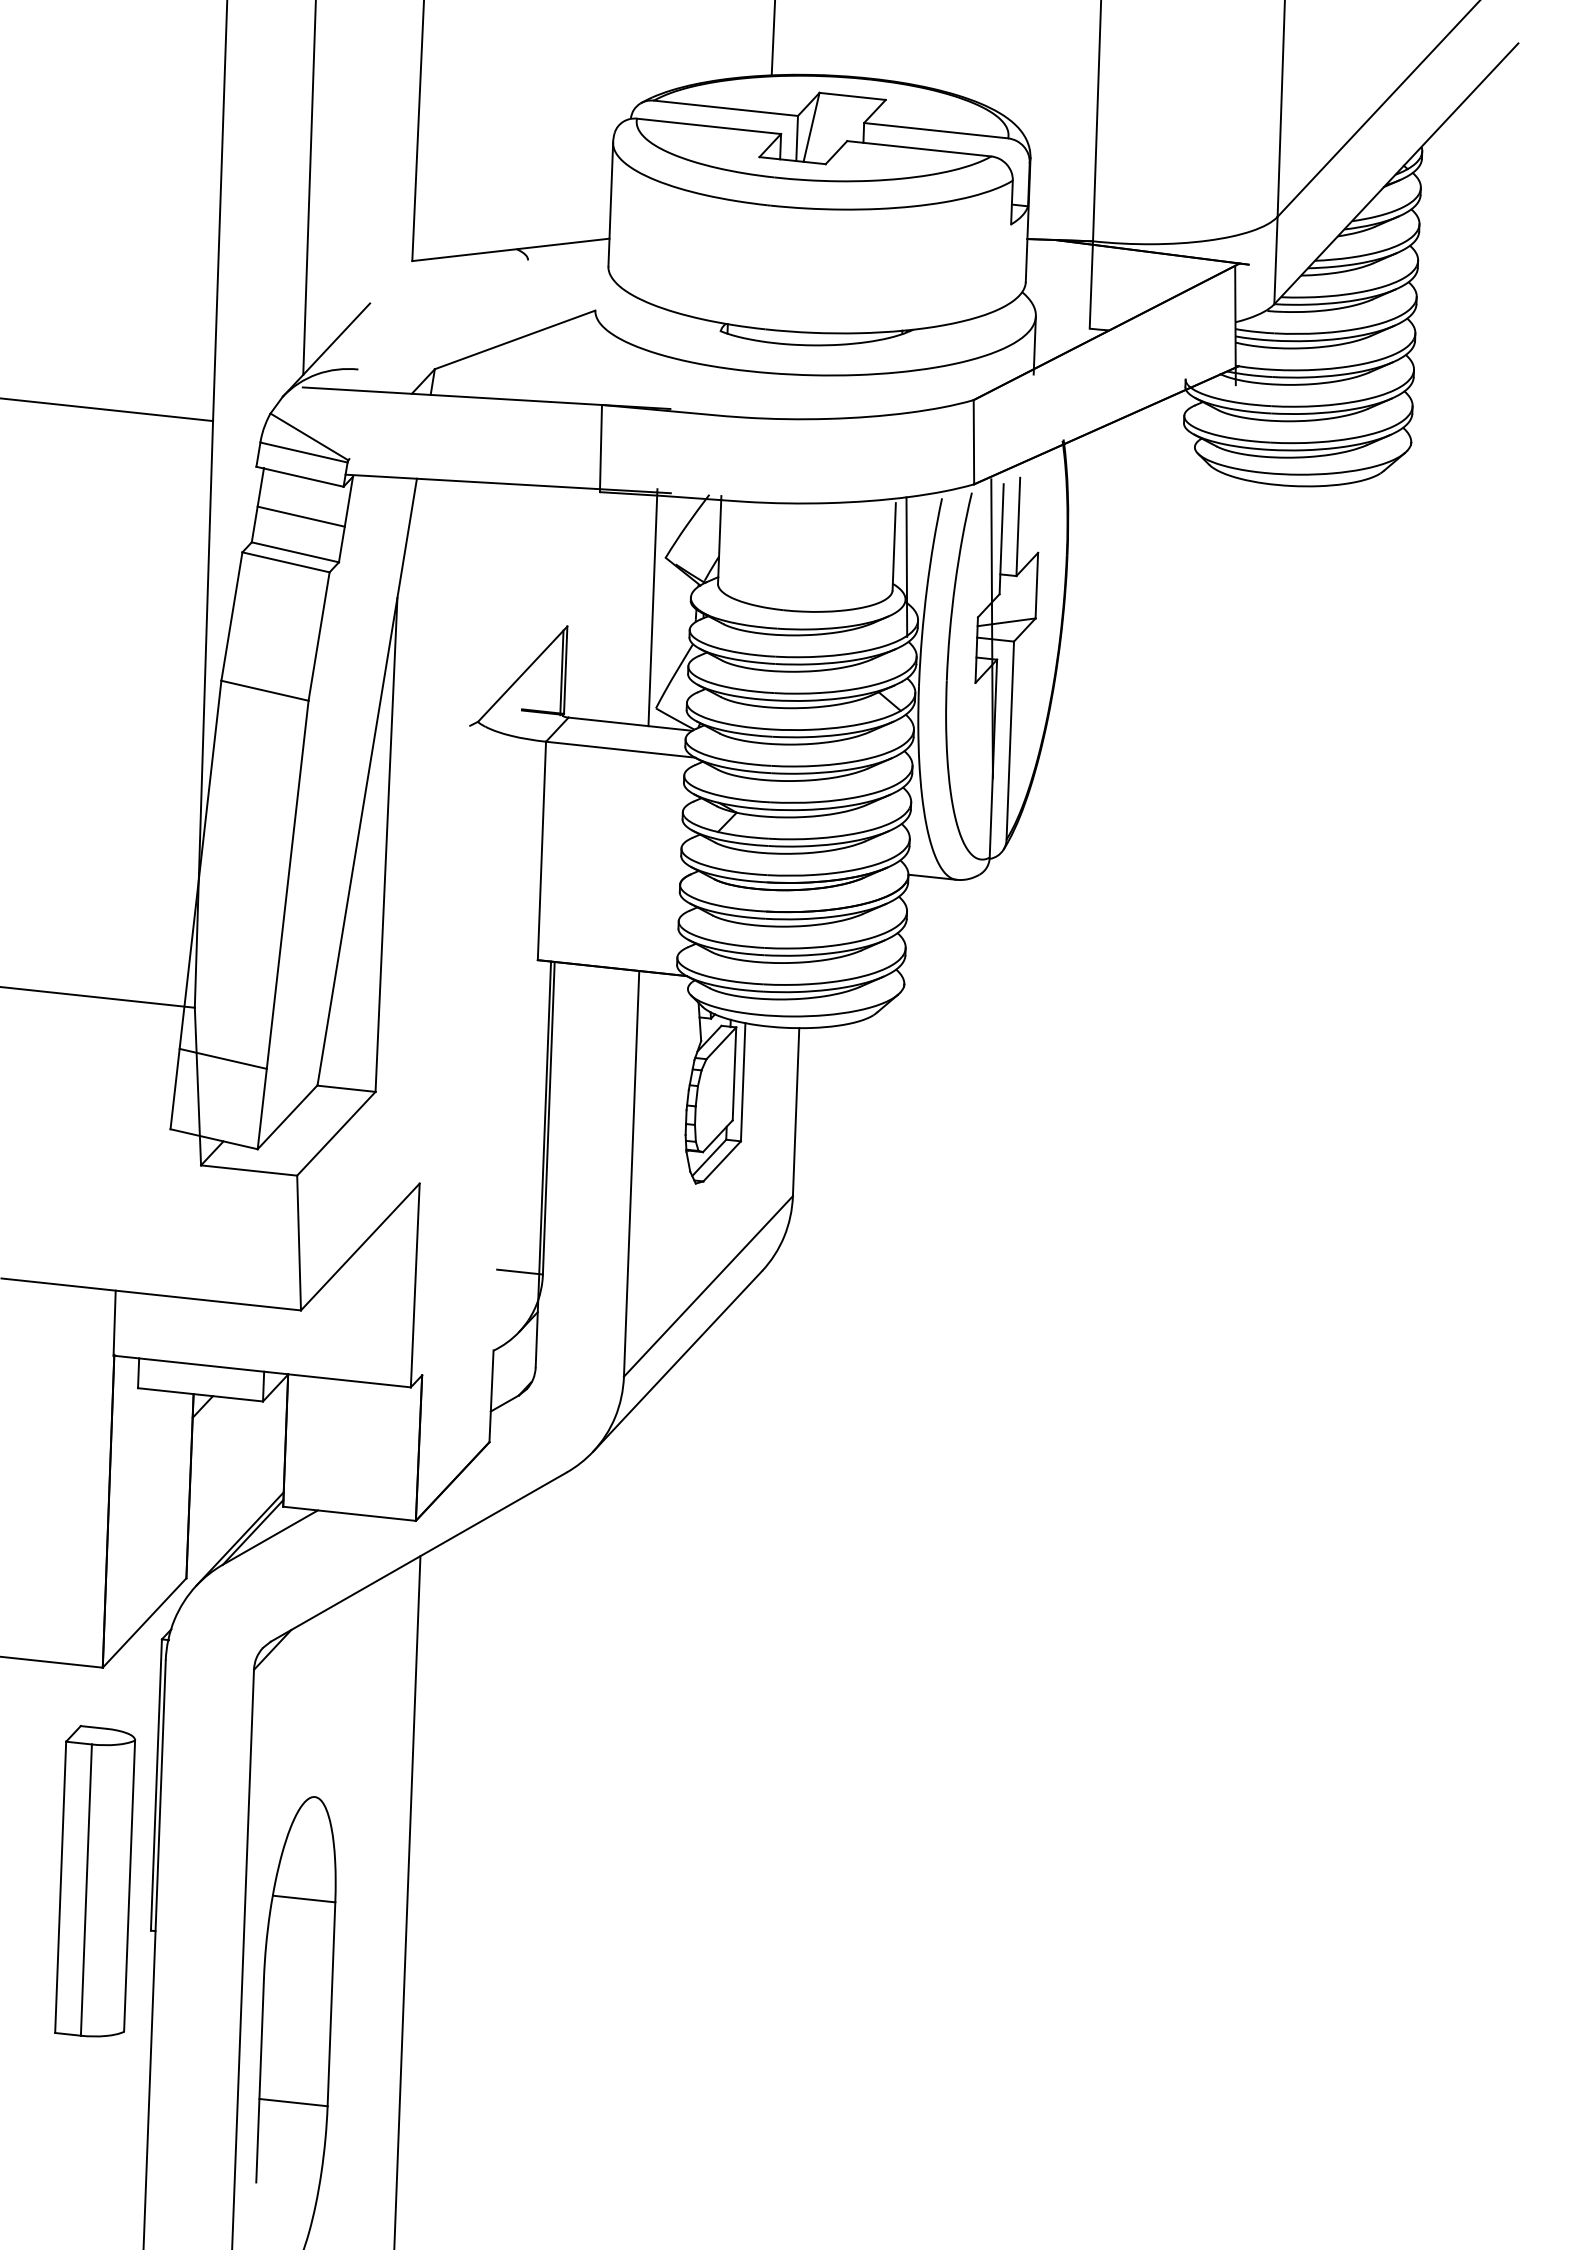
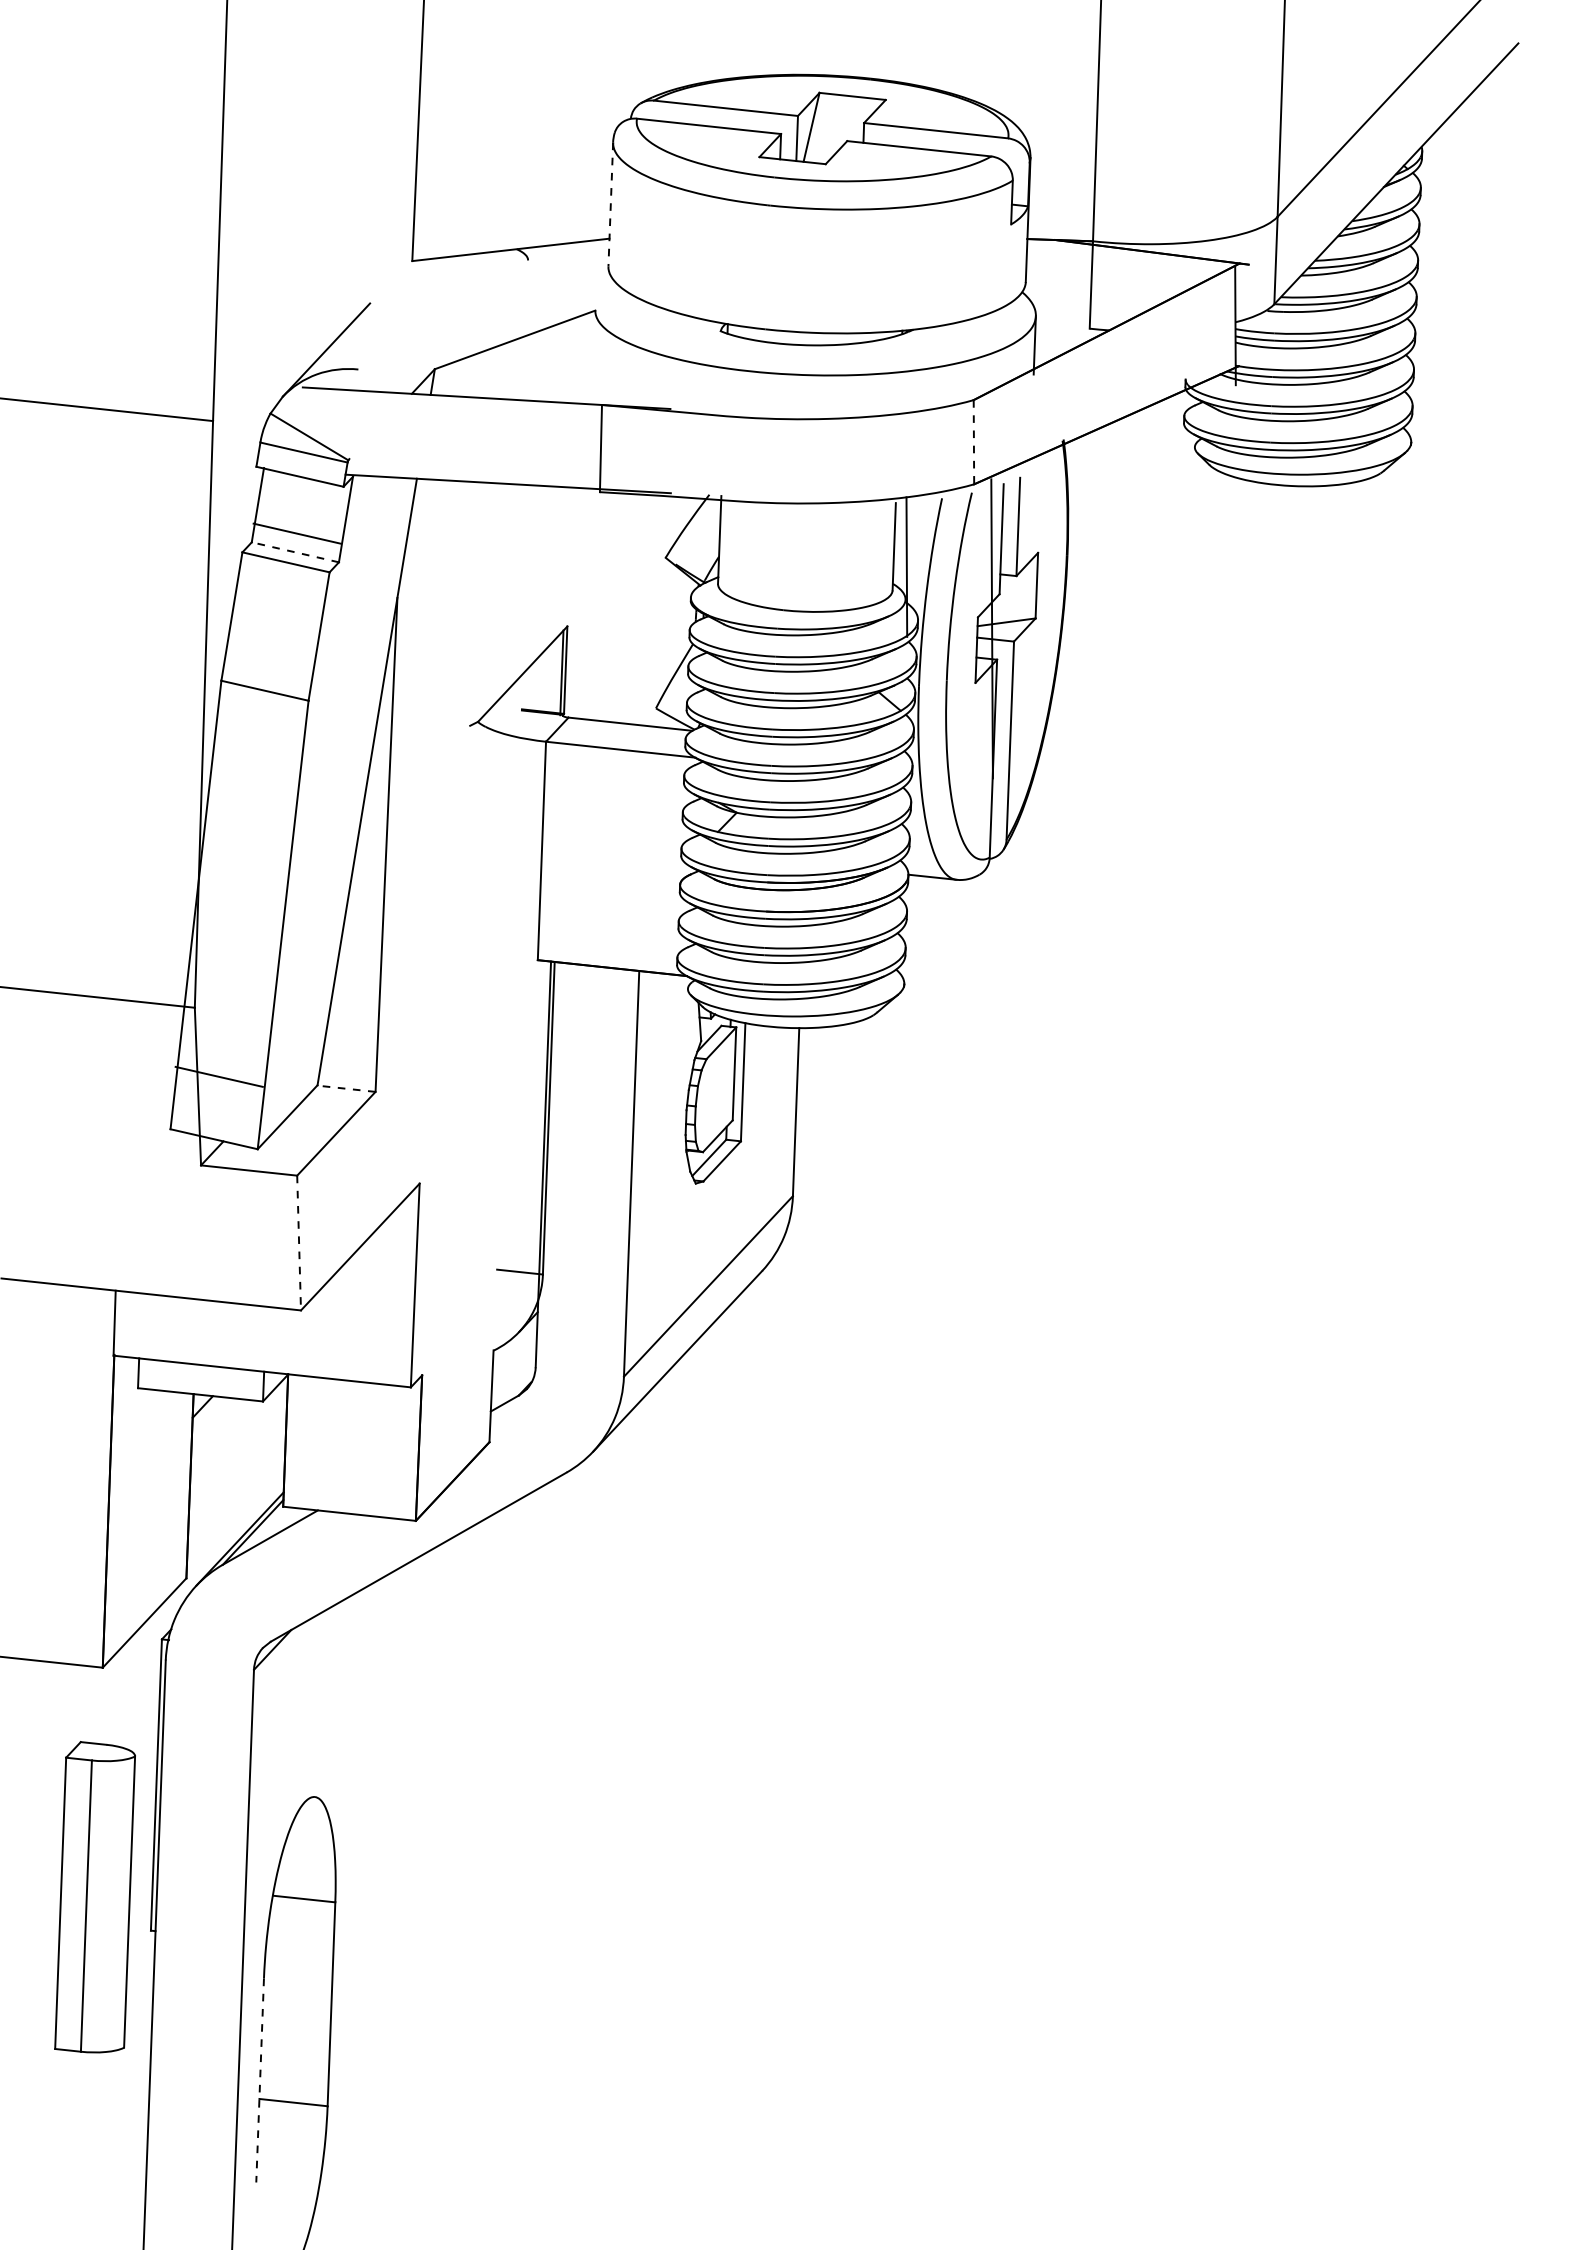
line at (772, 38): present -> none
line at (309, 188): present -> none
line at (610, 204): solid -> dashed
line at (973, 442): solid -> dashed
line at (300, 516) position: (300, 516) -> (296, 533)
line at (295, 552): solid -> dashed
line at (652, 607): present -> none
line at (222, 1058) position: (222, 1058) -> (218, 1076)
line at (346, 1088): solid -> dashed
line at (299, 1243): solid -> dashed
part at (94, 1881) position: (94, 1881) -> (94, 1897)
line at (407, 1901): present -> none
line at (260, 2081): solid -> dashed
